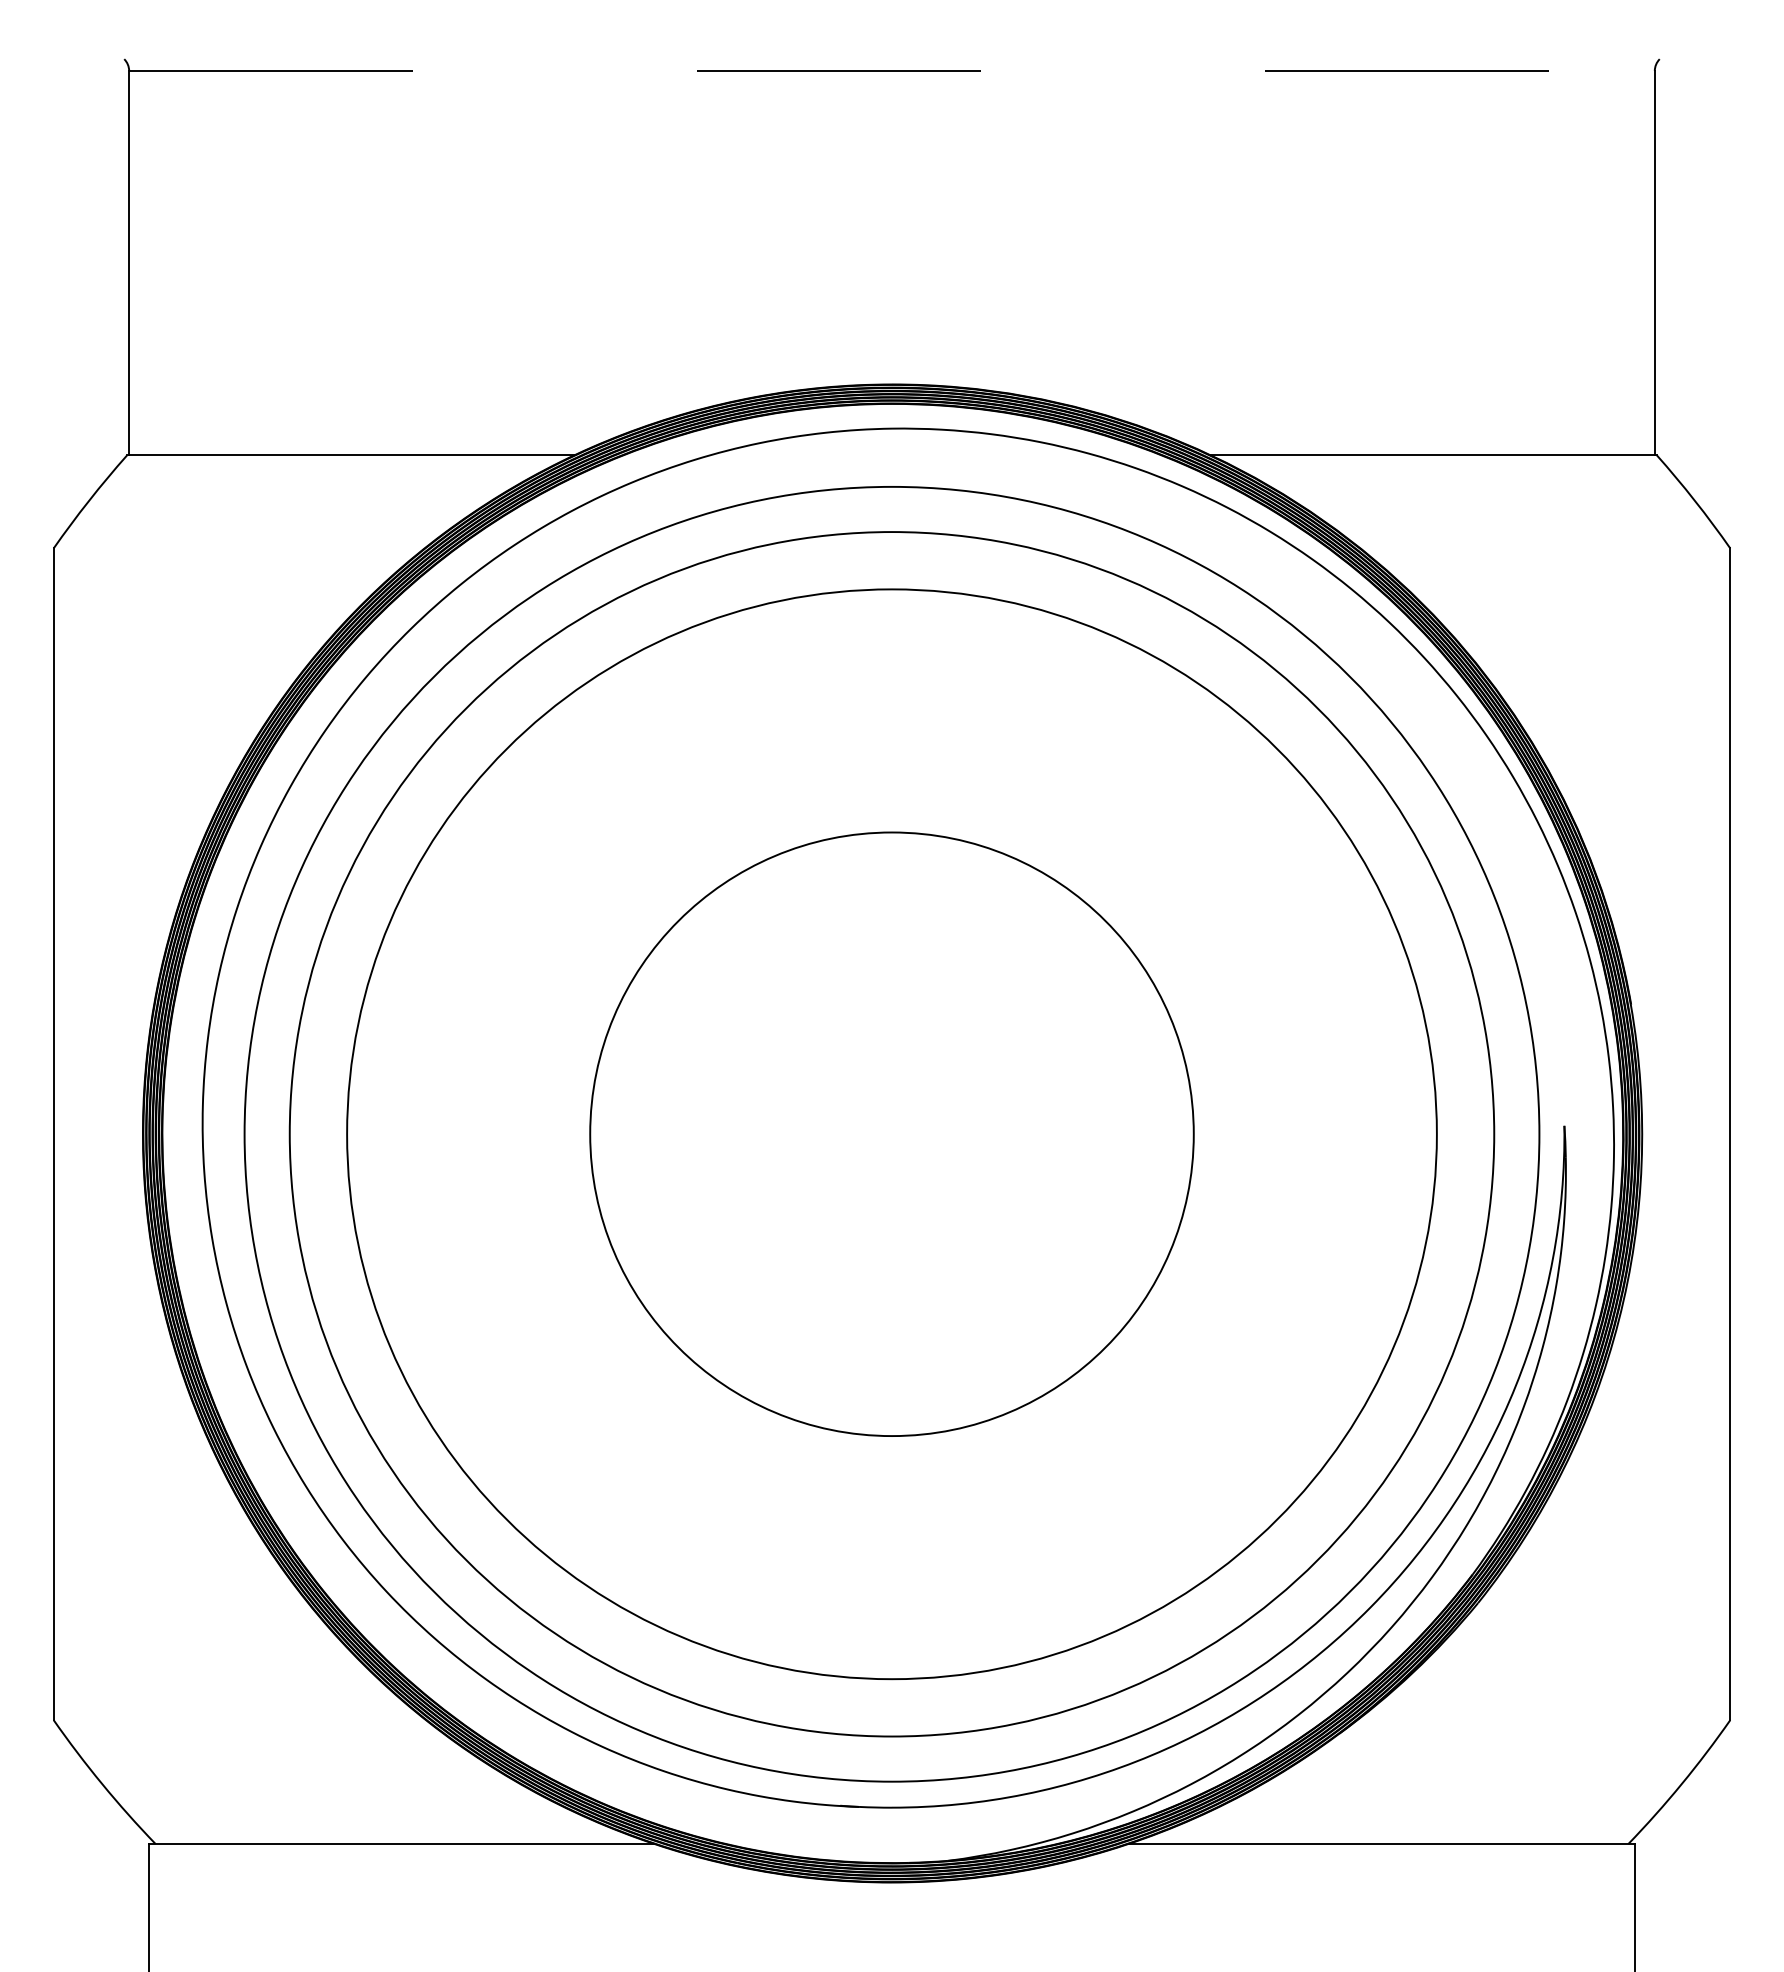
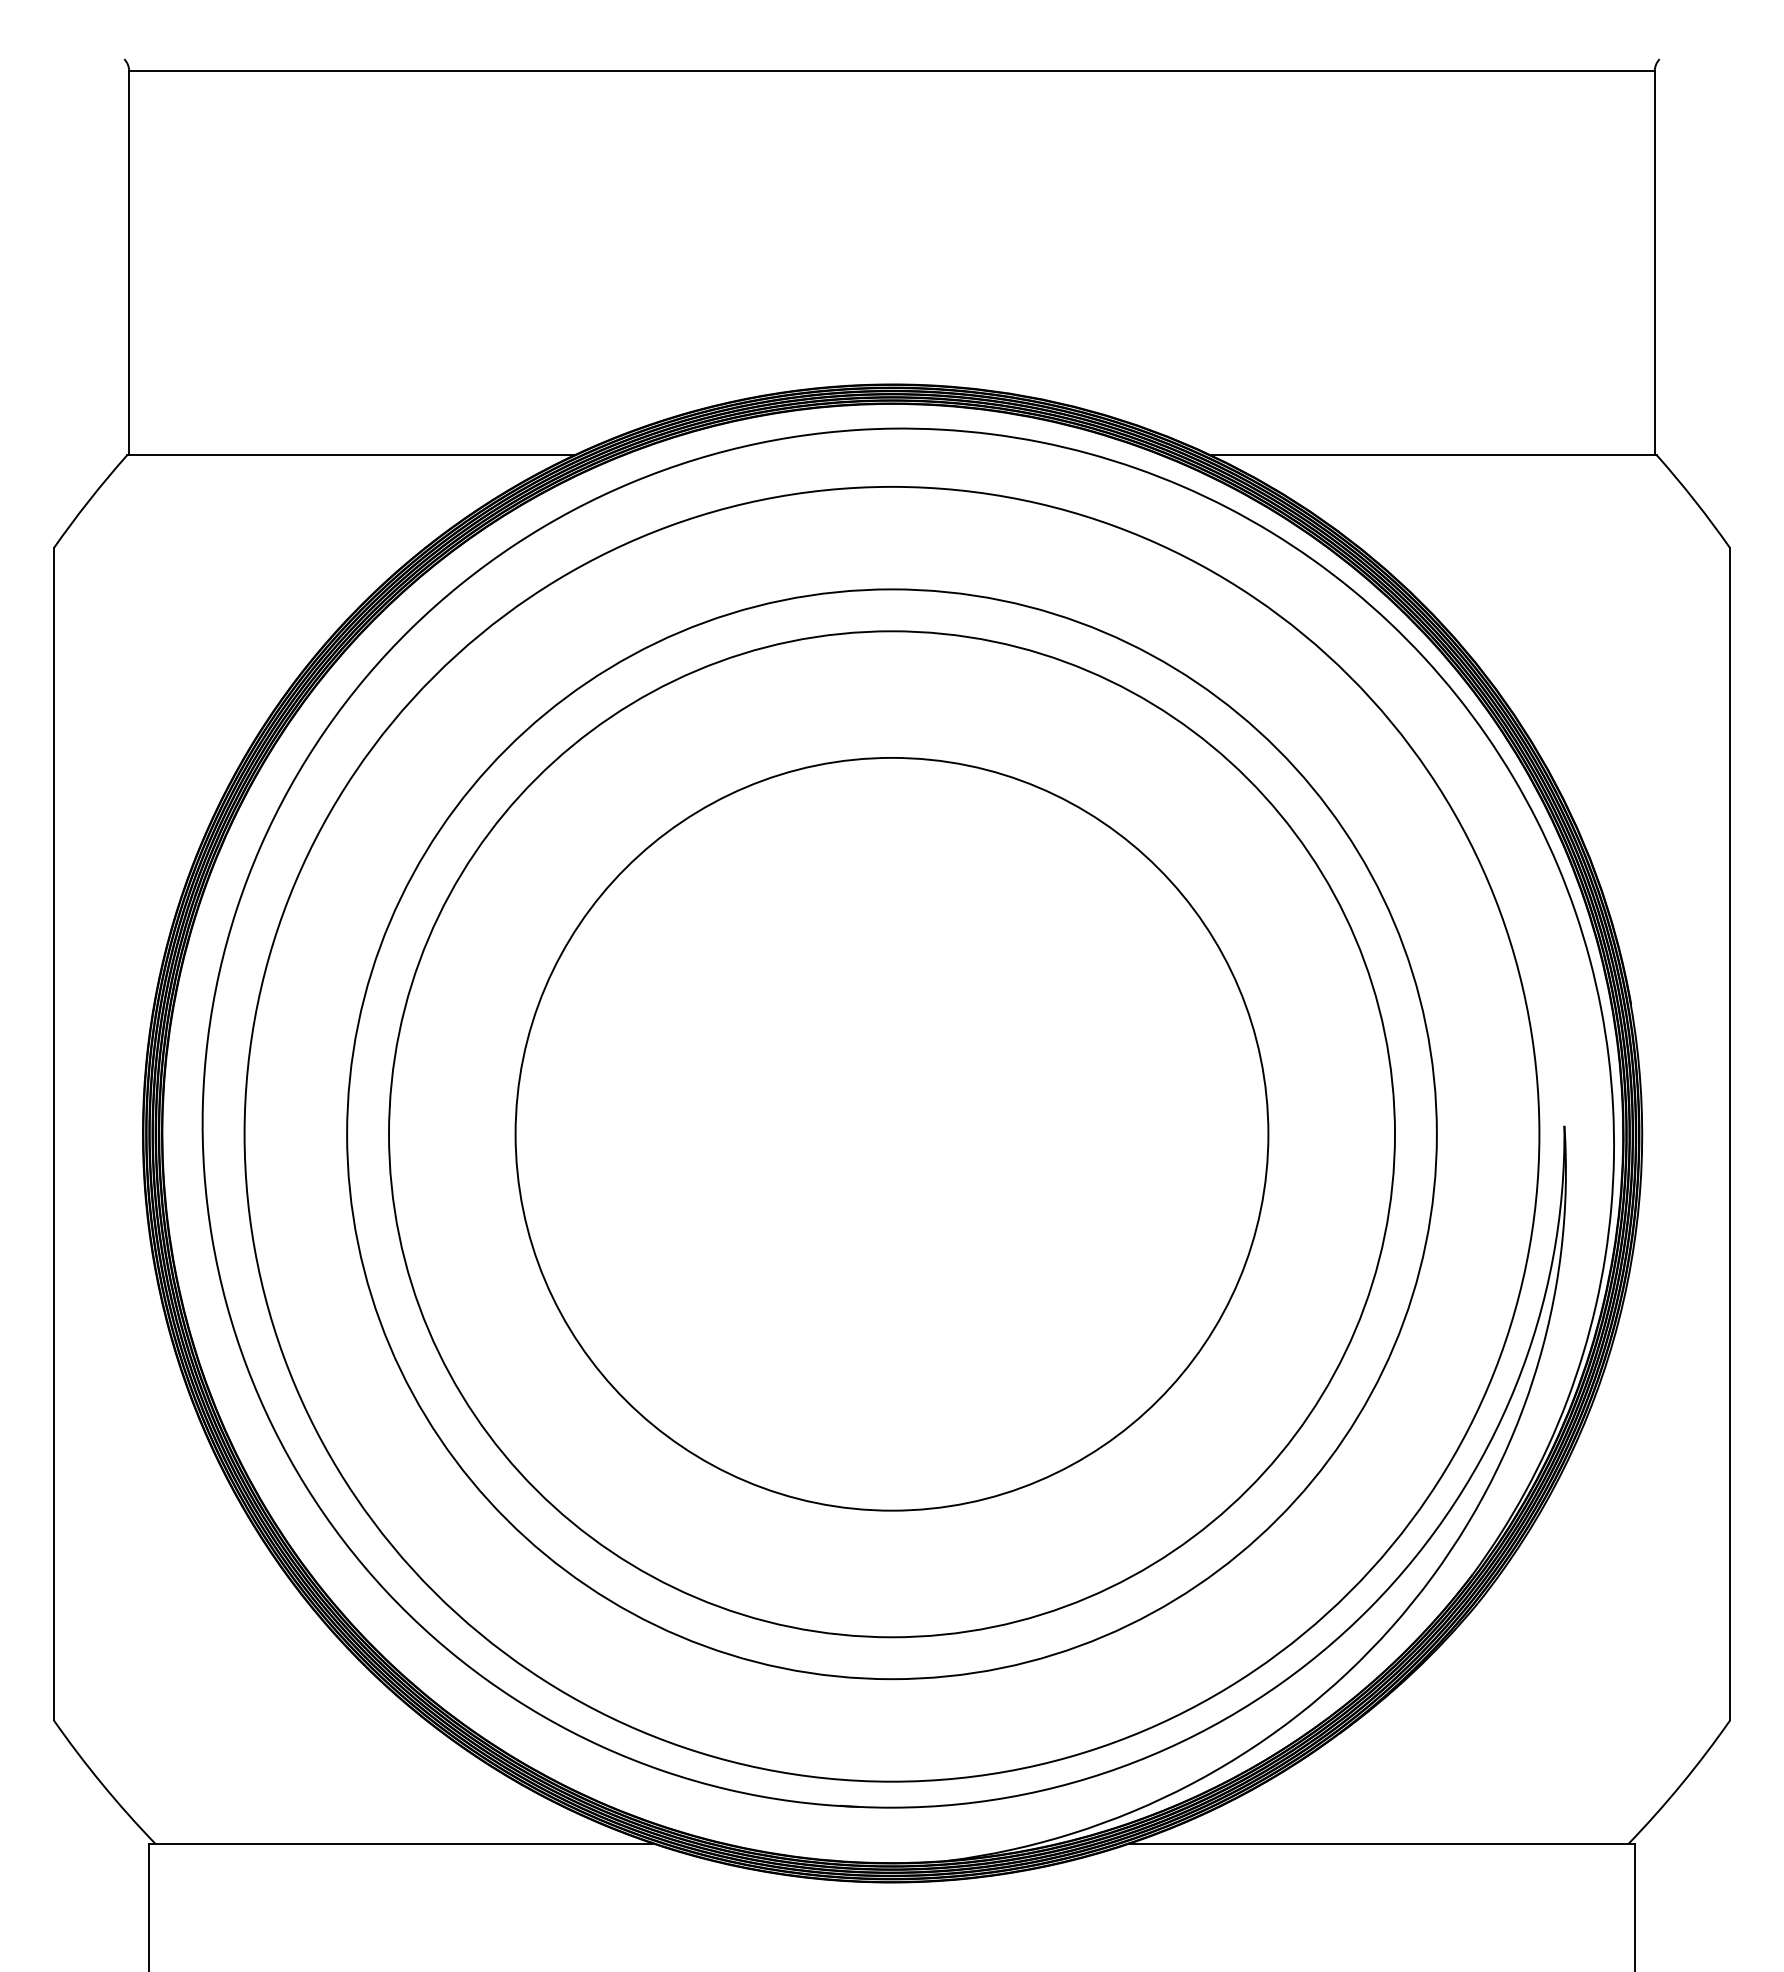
line at (892, 71): dashed -> solid
circle at (891, 1134) diameter: 1204 px -> 753 px
circle at (891, 1134) diameter: 604 px -> 1006 px
